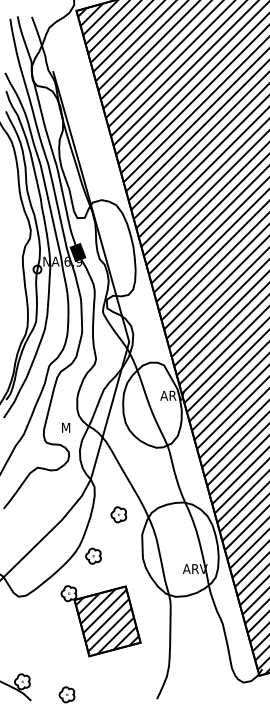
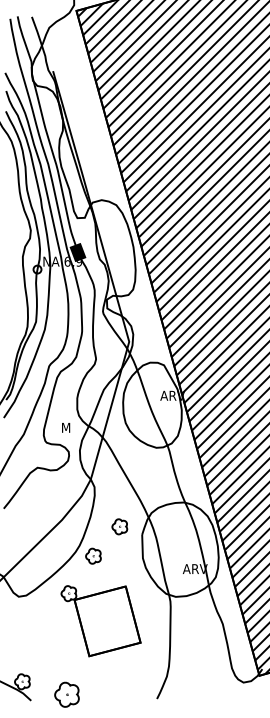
part at (118, 514) position: (118, 514) -> (119, 526)
hatch at (106, 621): present -> none
part at (66, 694) size: 18x18 px -> 26x27 px
